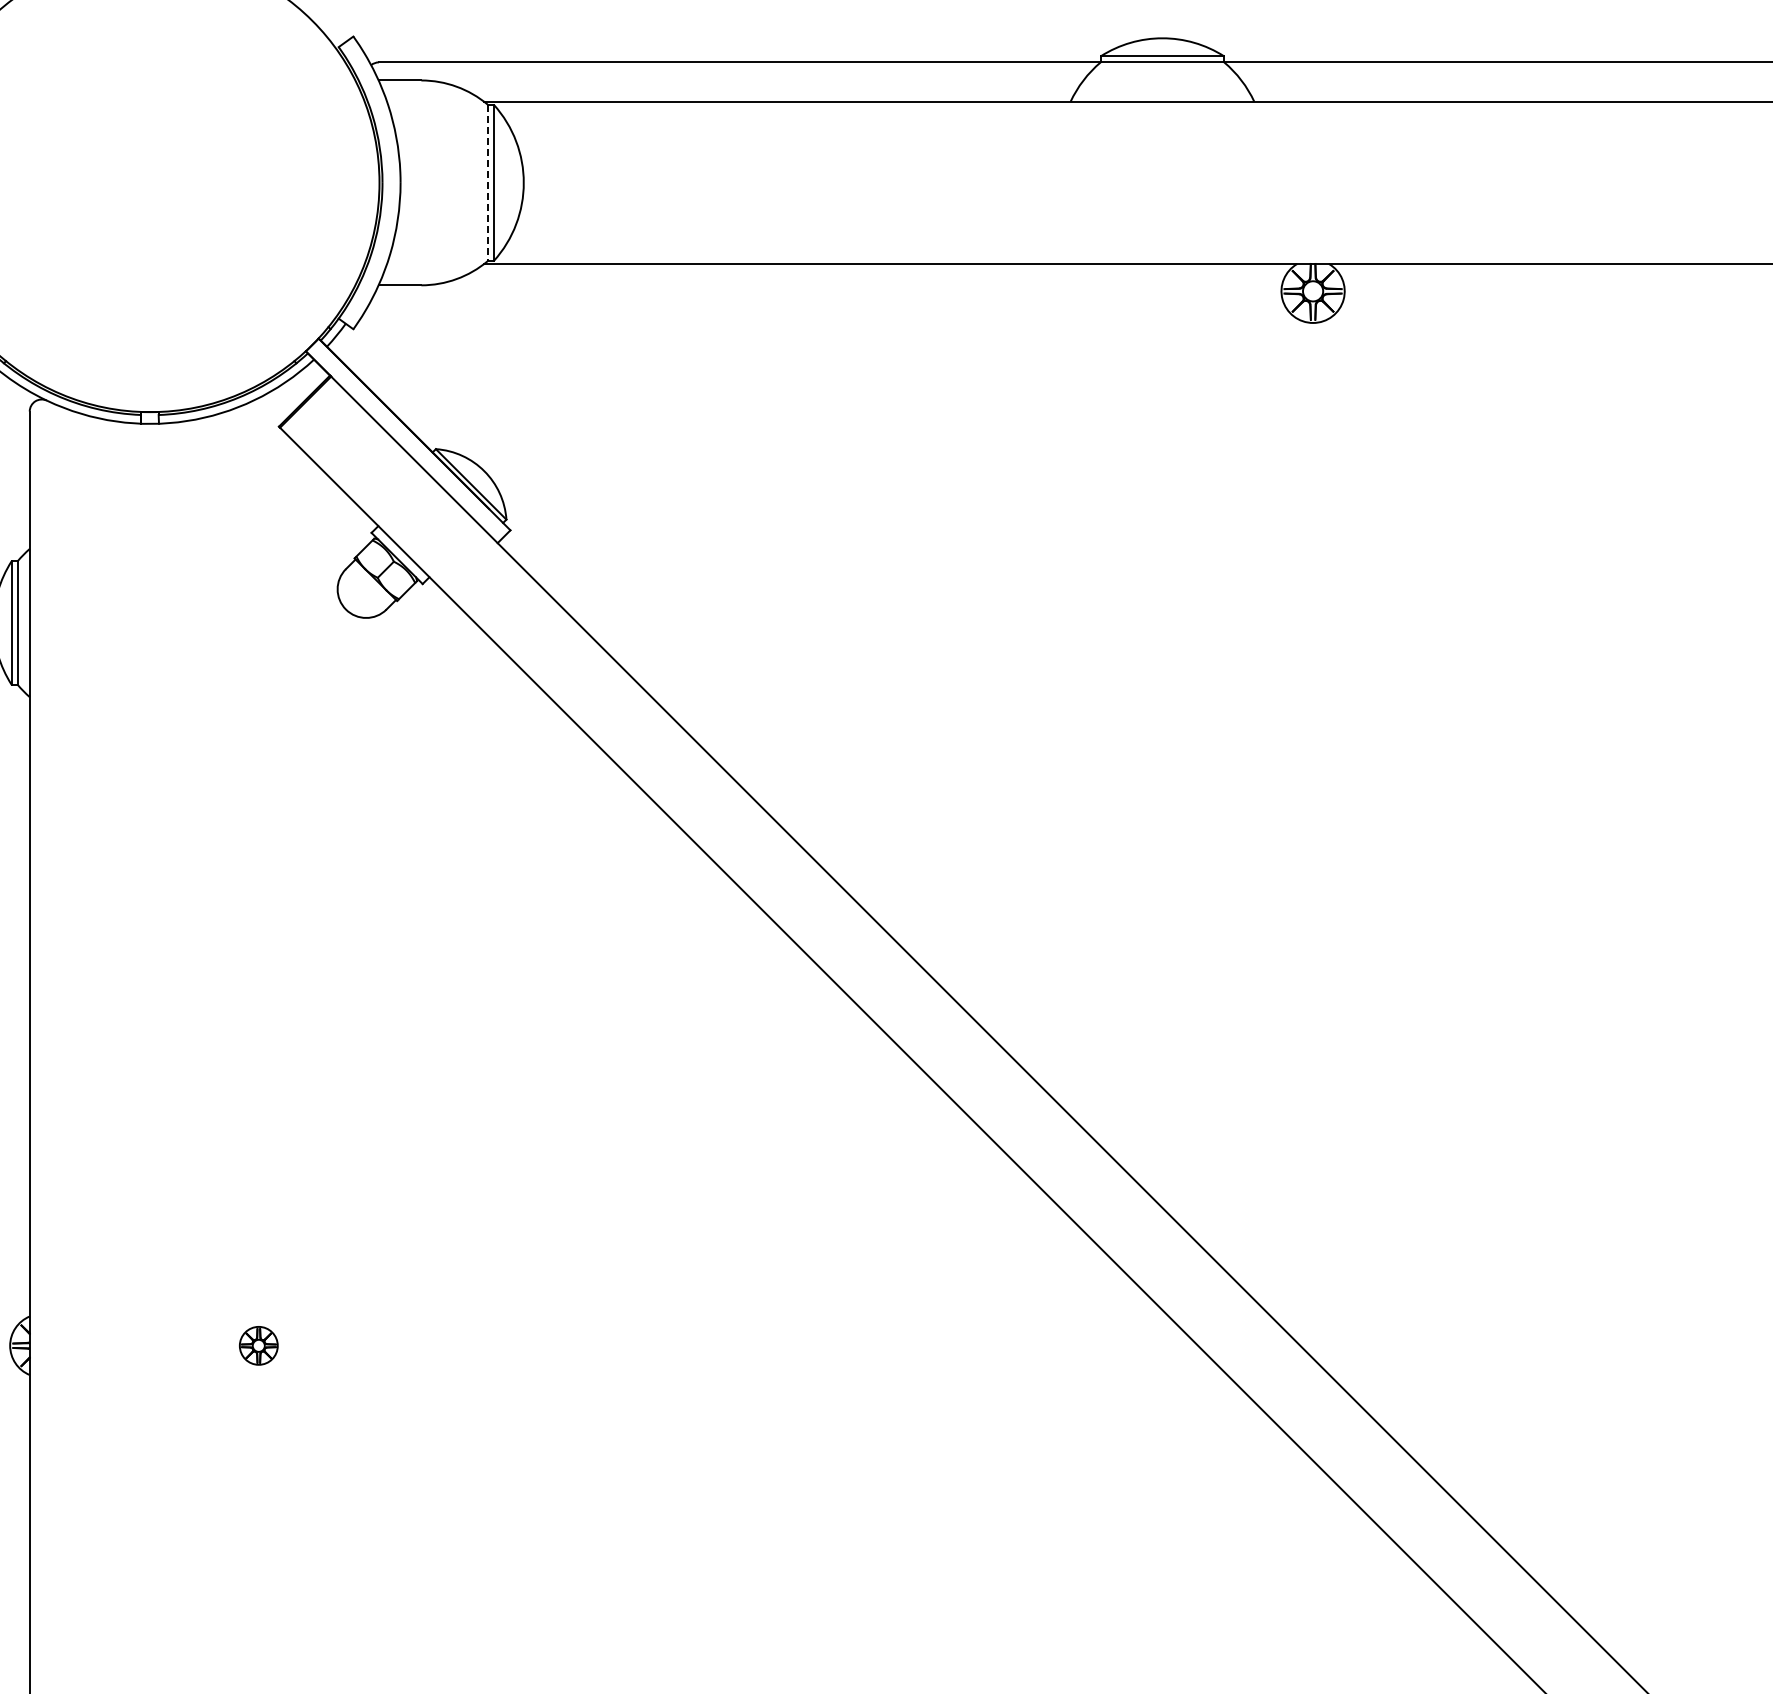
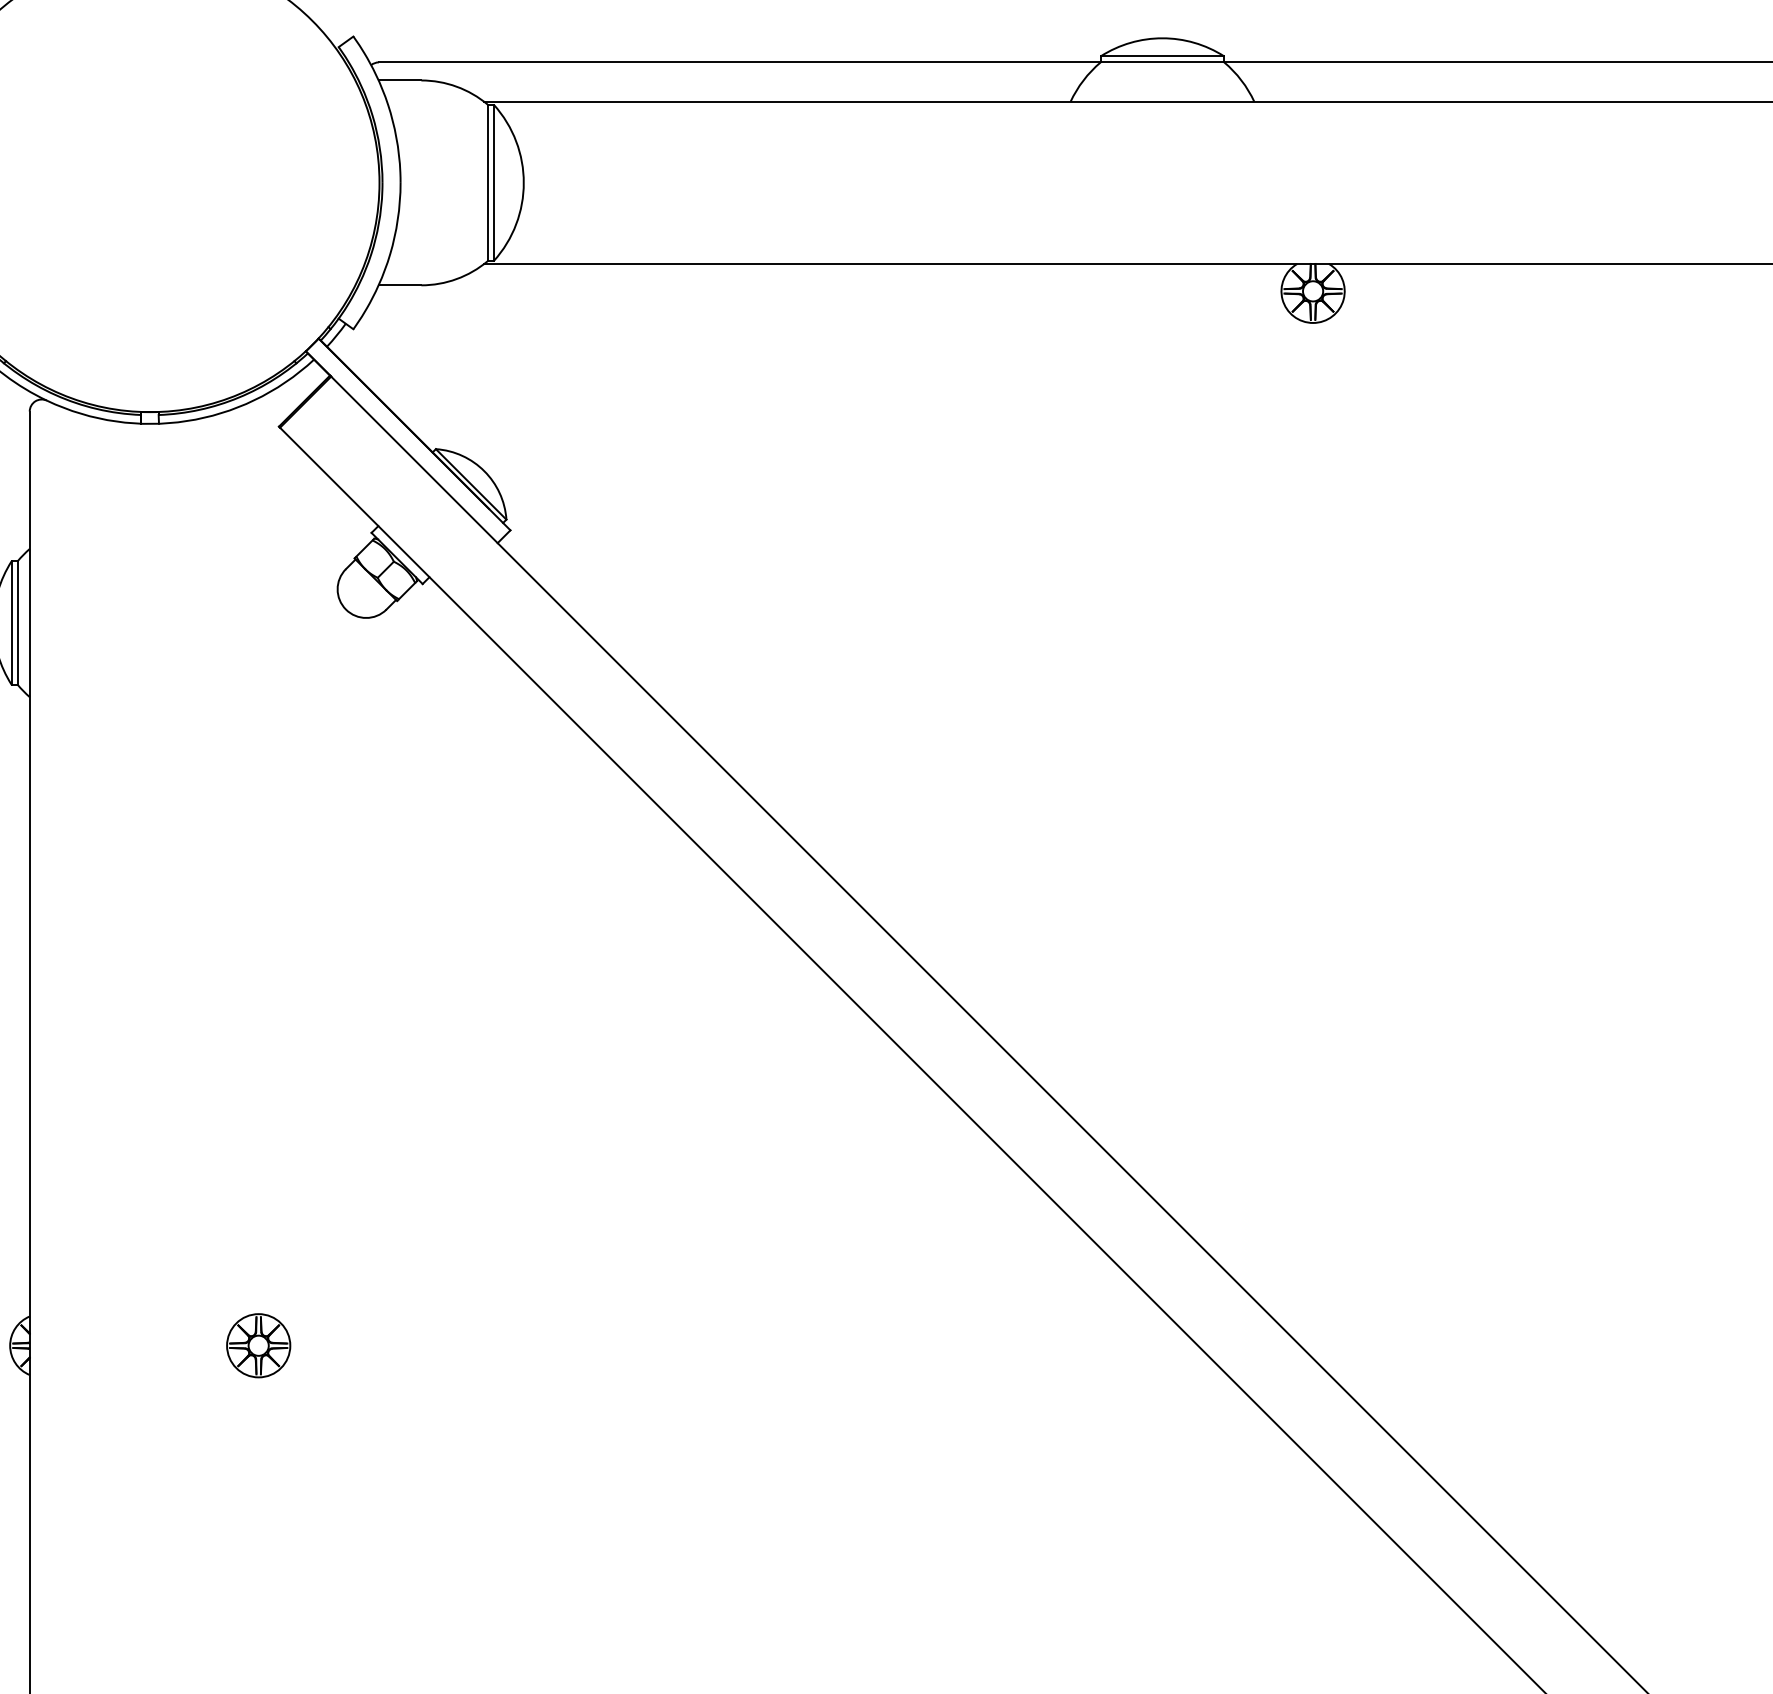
line at (487, 183): dashed -> solid
part at (258, 1345) size: 40x40 px -> 66x66 px
